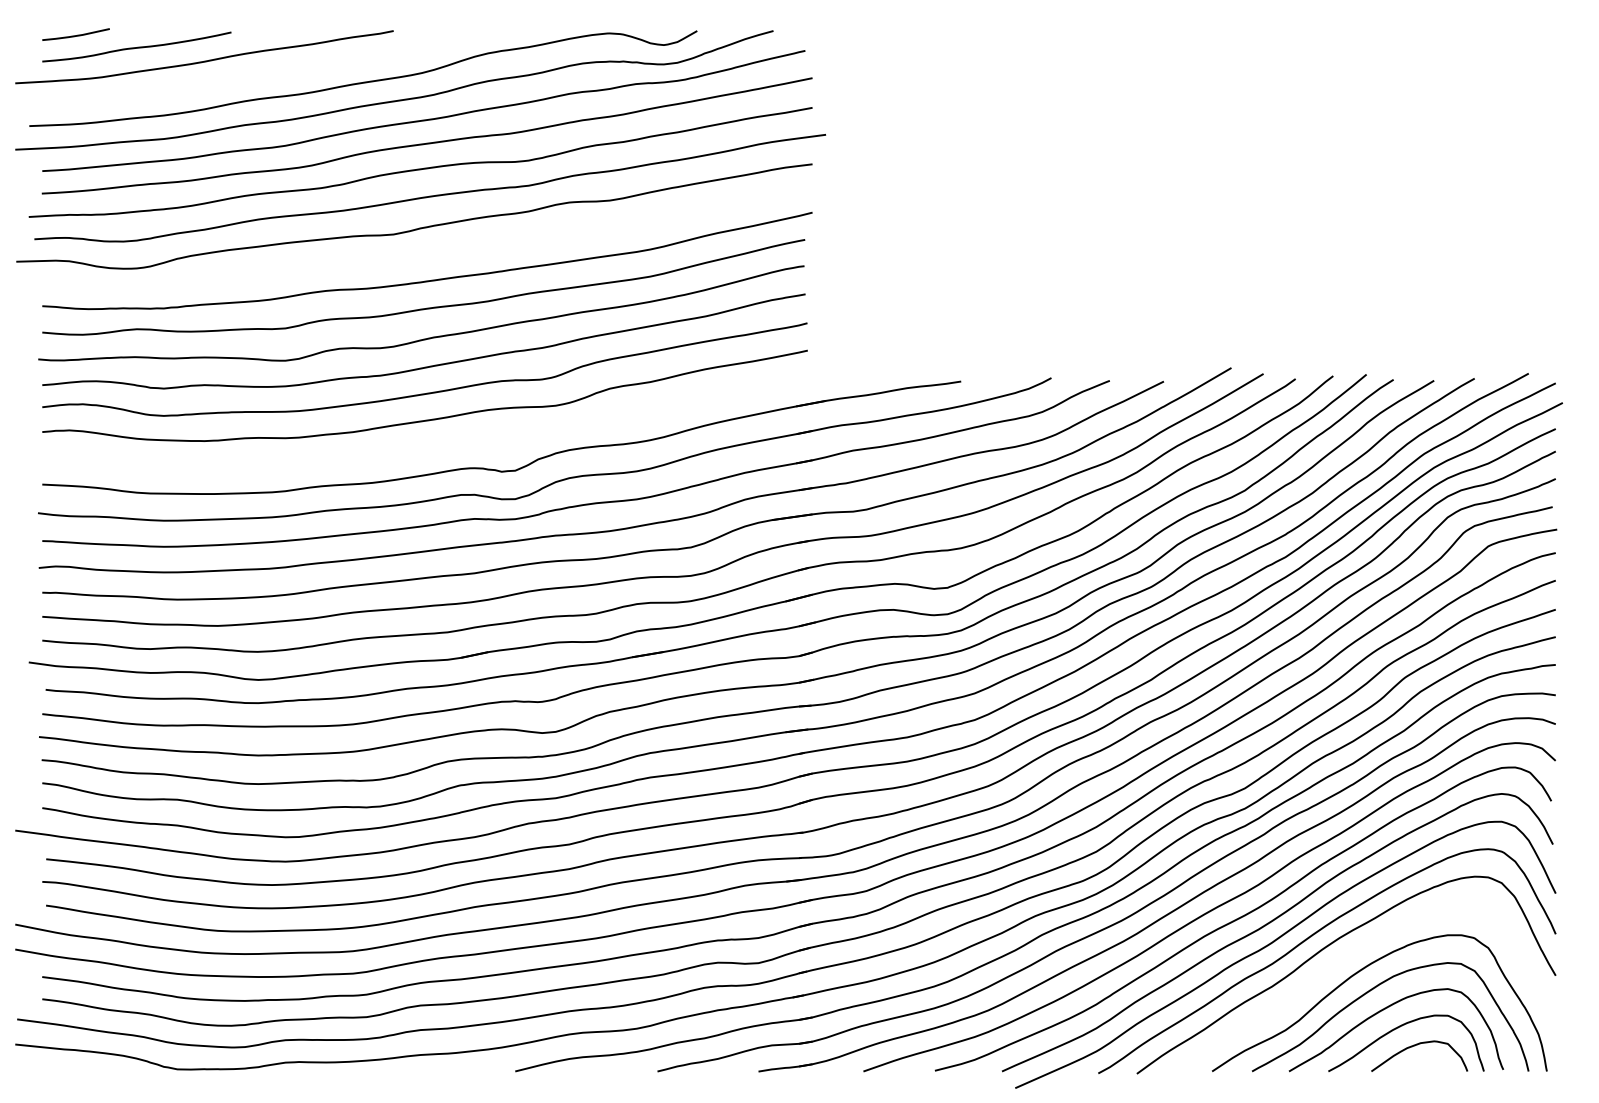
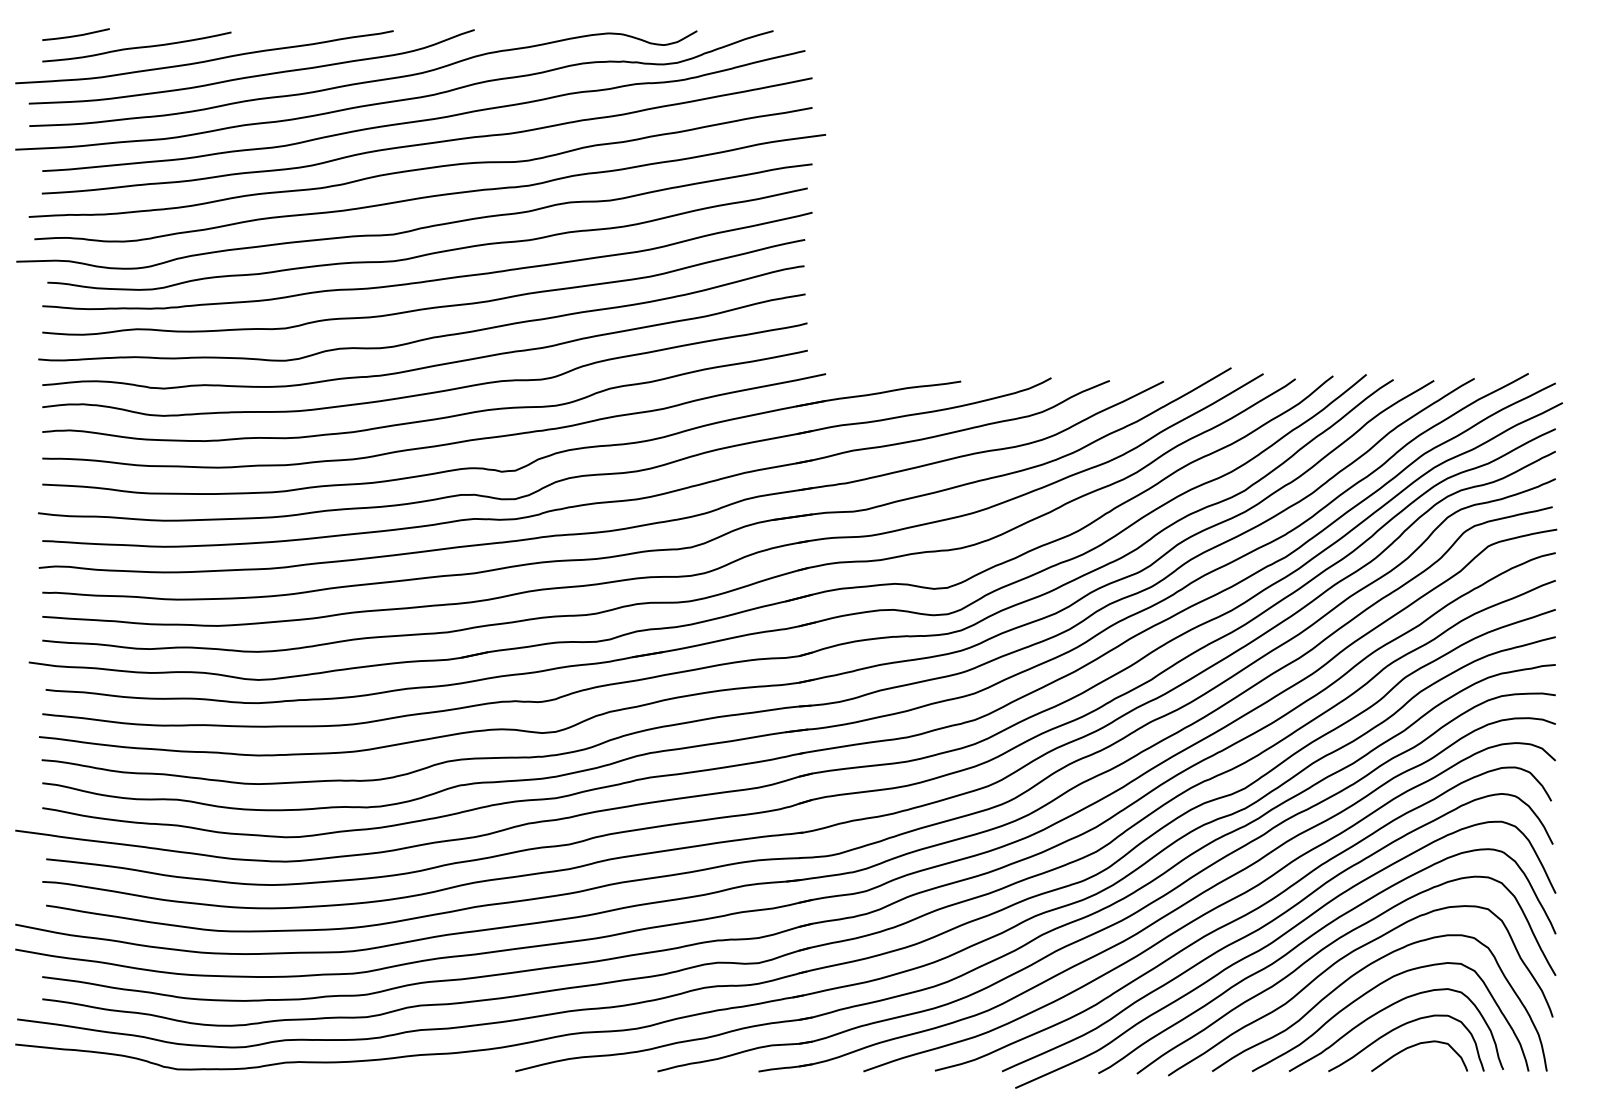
curve at (252, 75): none -> present
curve at (431, 252): none -> present
curve at (438, 444): none -> present
curve at (1339, 961): none -> present
